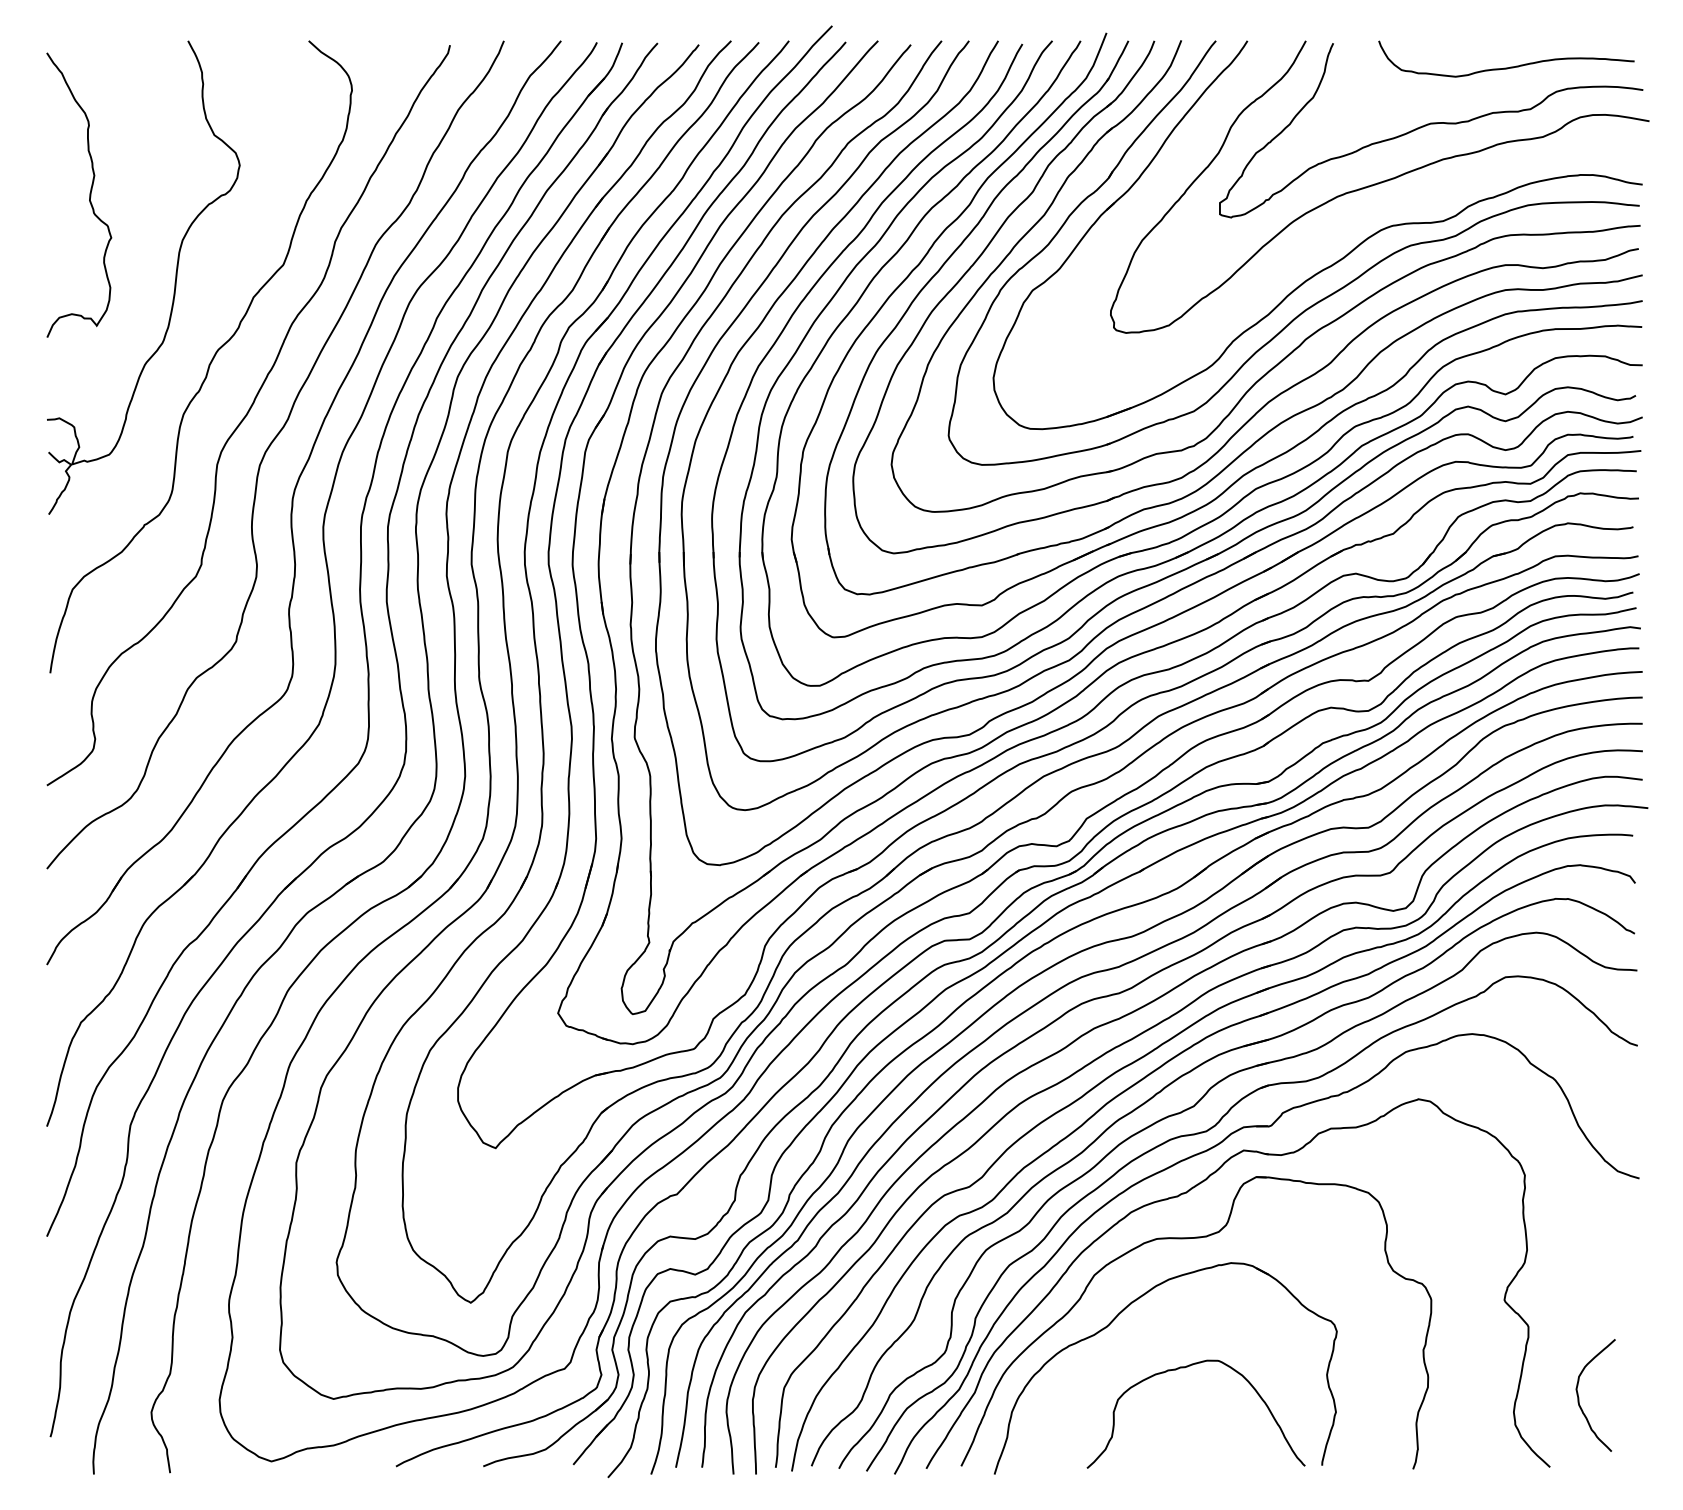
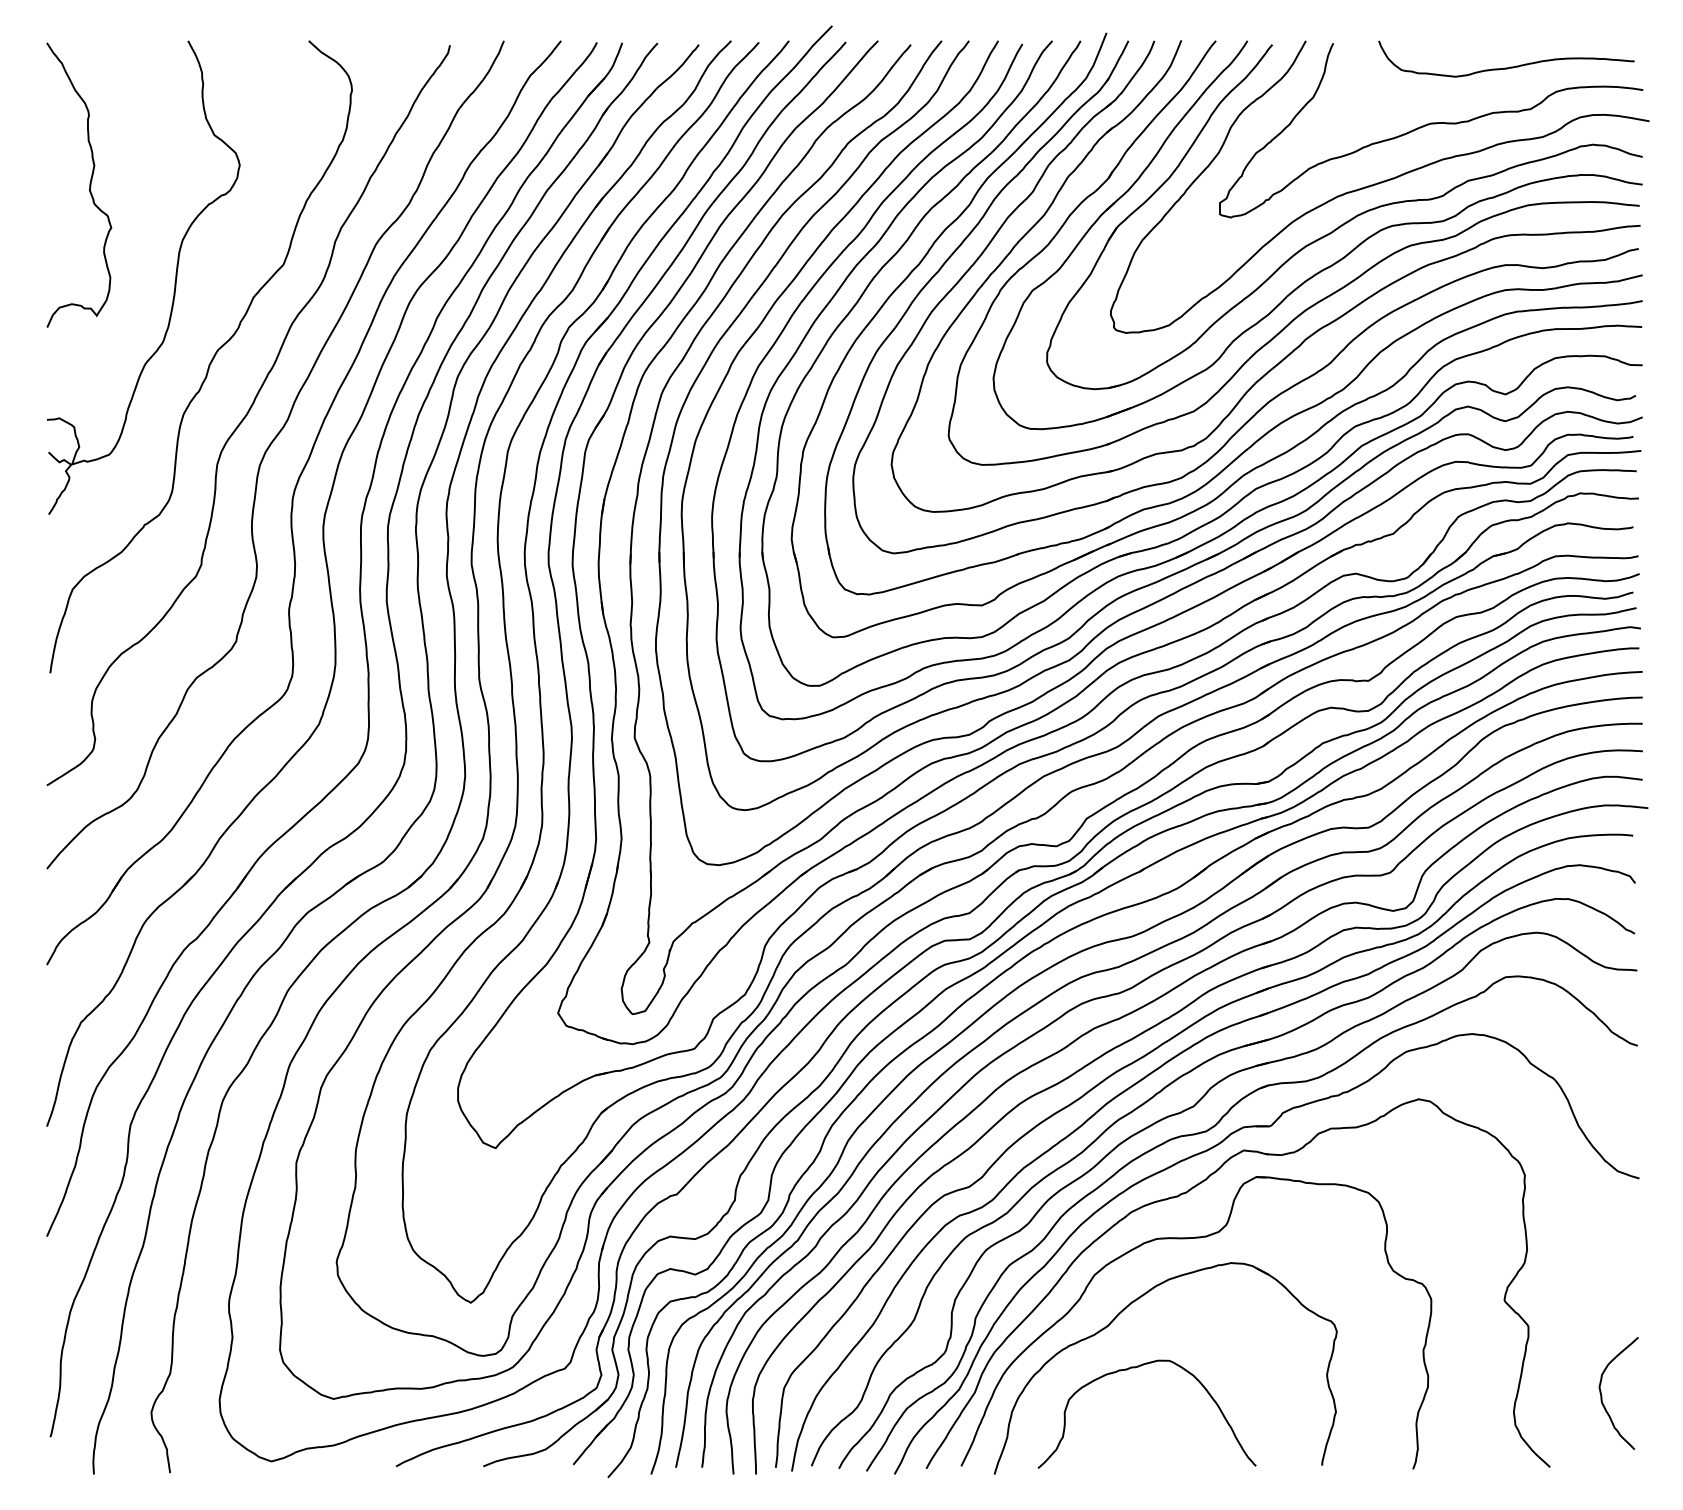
curve at (89, 194) position: (89, 194) -> (89, 184)
part at (1344, 217): none -> present
curve at (1184, 1368) position: (1184, 1368) -> (1135, 1368)
curve at (1579, 1397) position: (1579, 1397) -> (1602, 1395)
